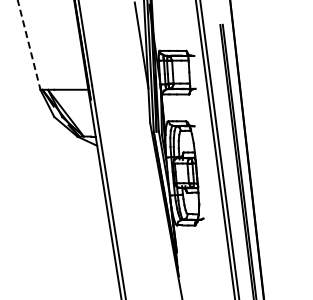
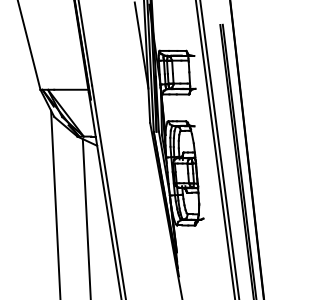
line at (29, 45): dashed -> solid
line at (55, 203): none -> present
line at (86, 217): none -> present
